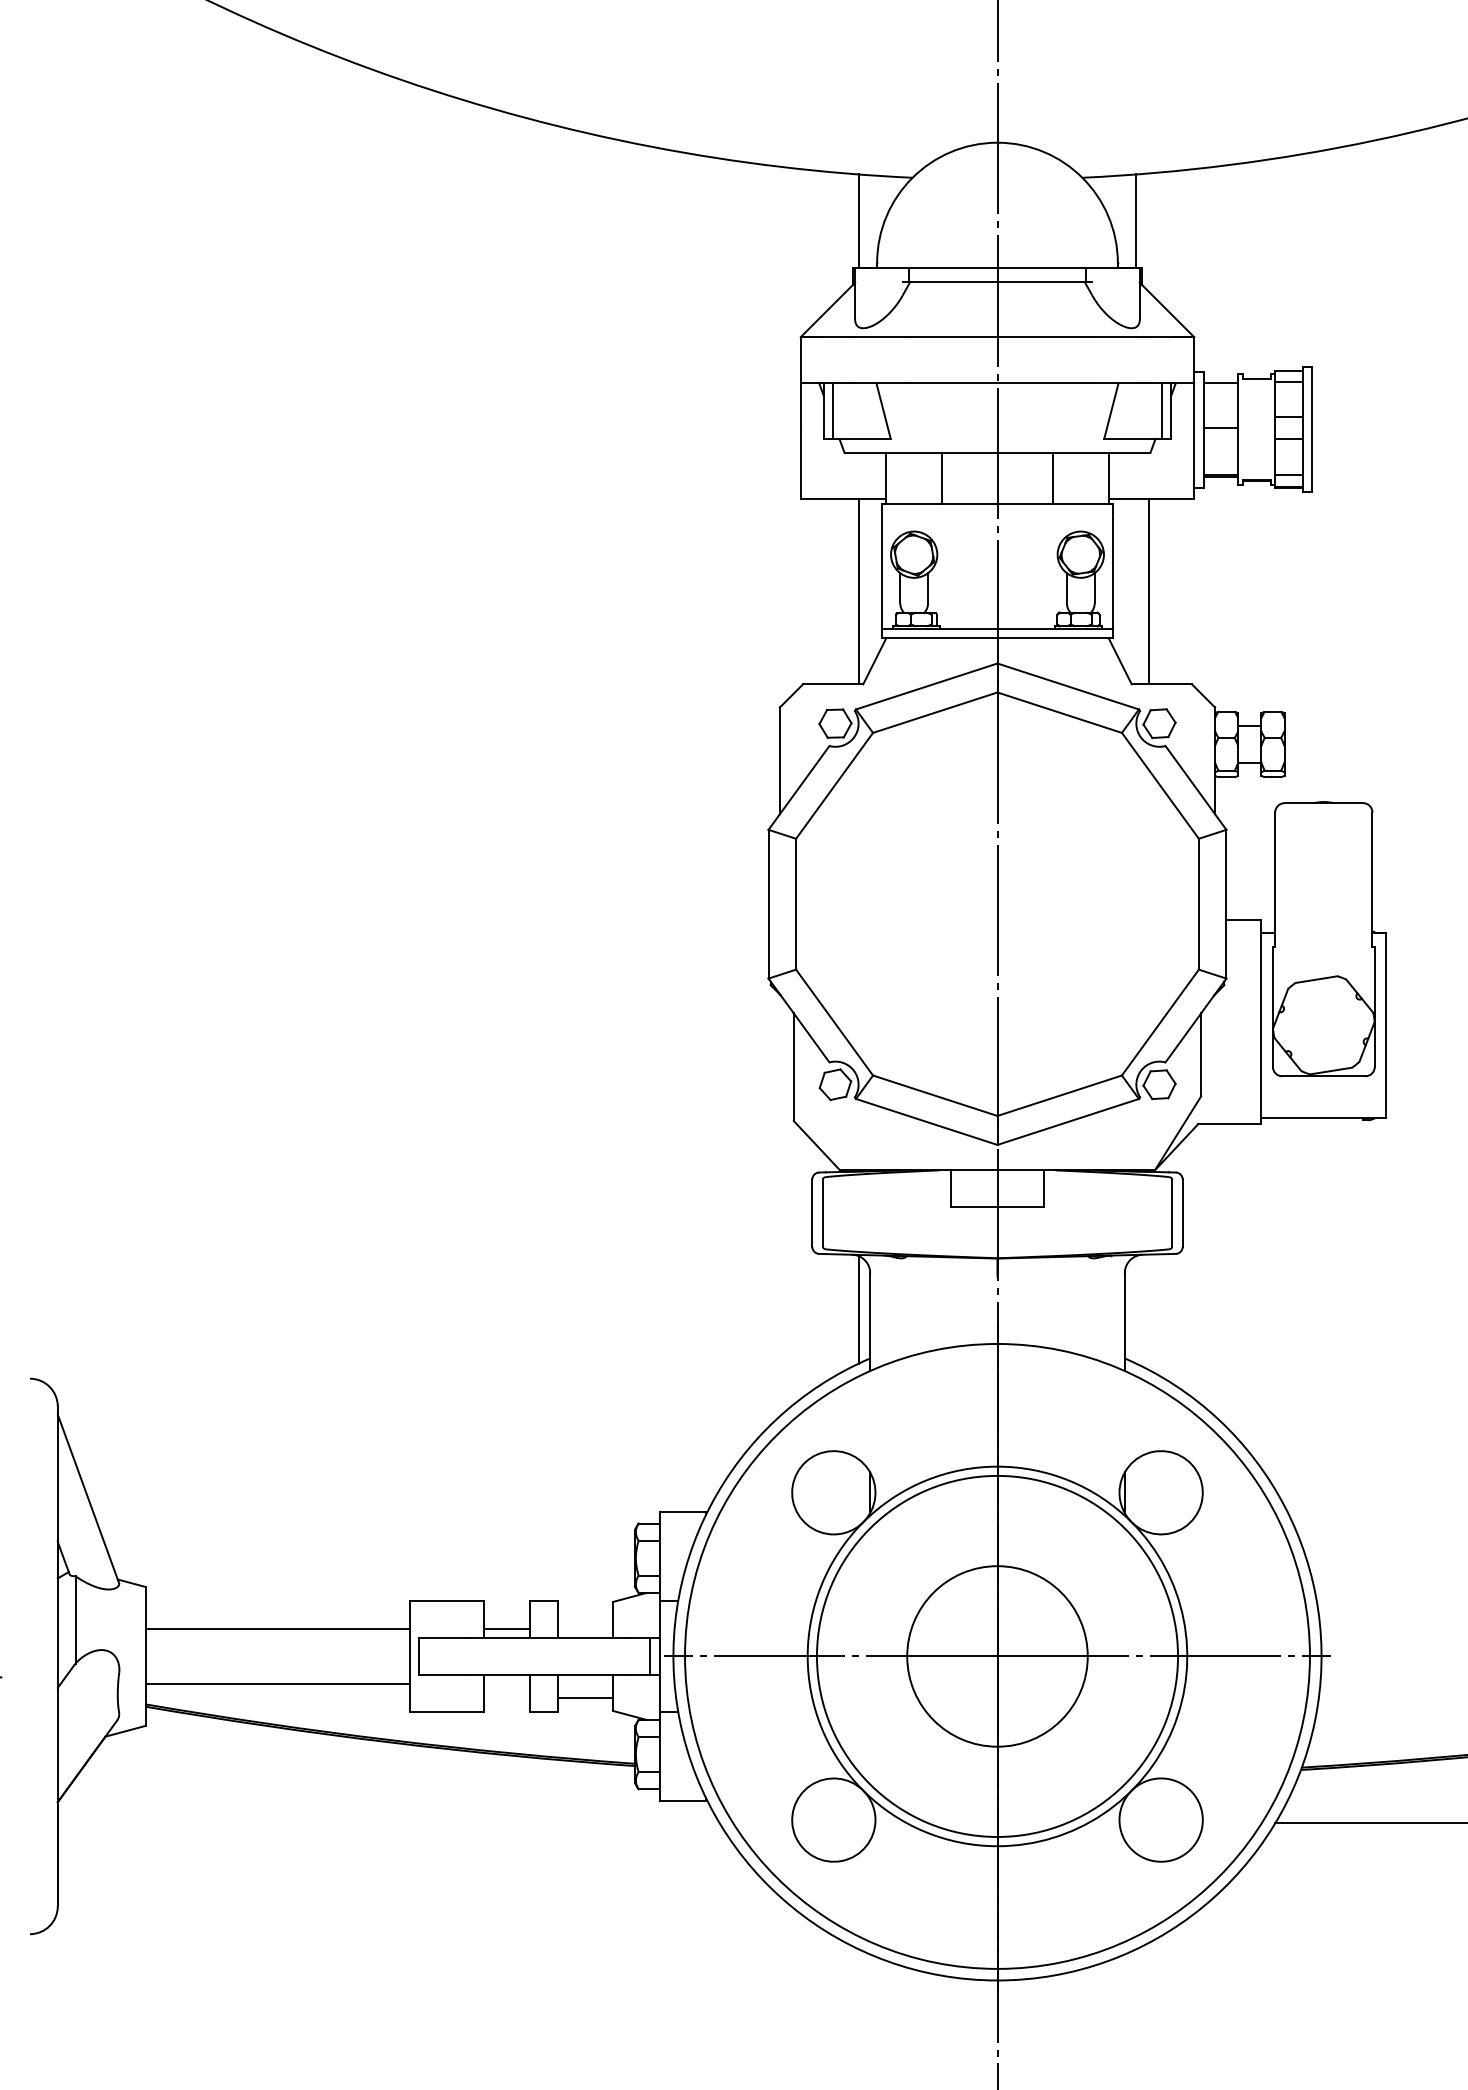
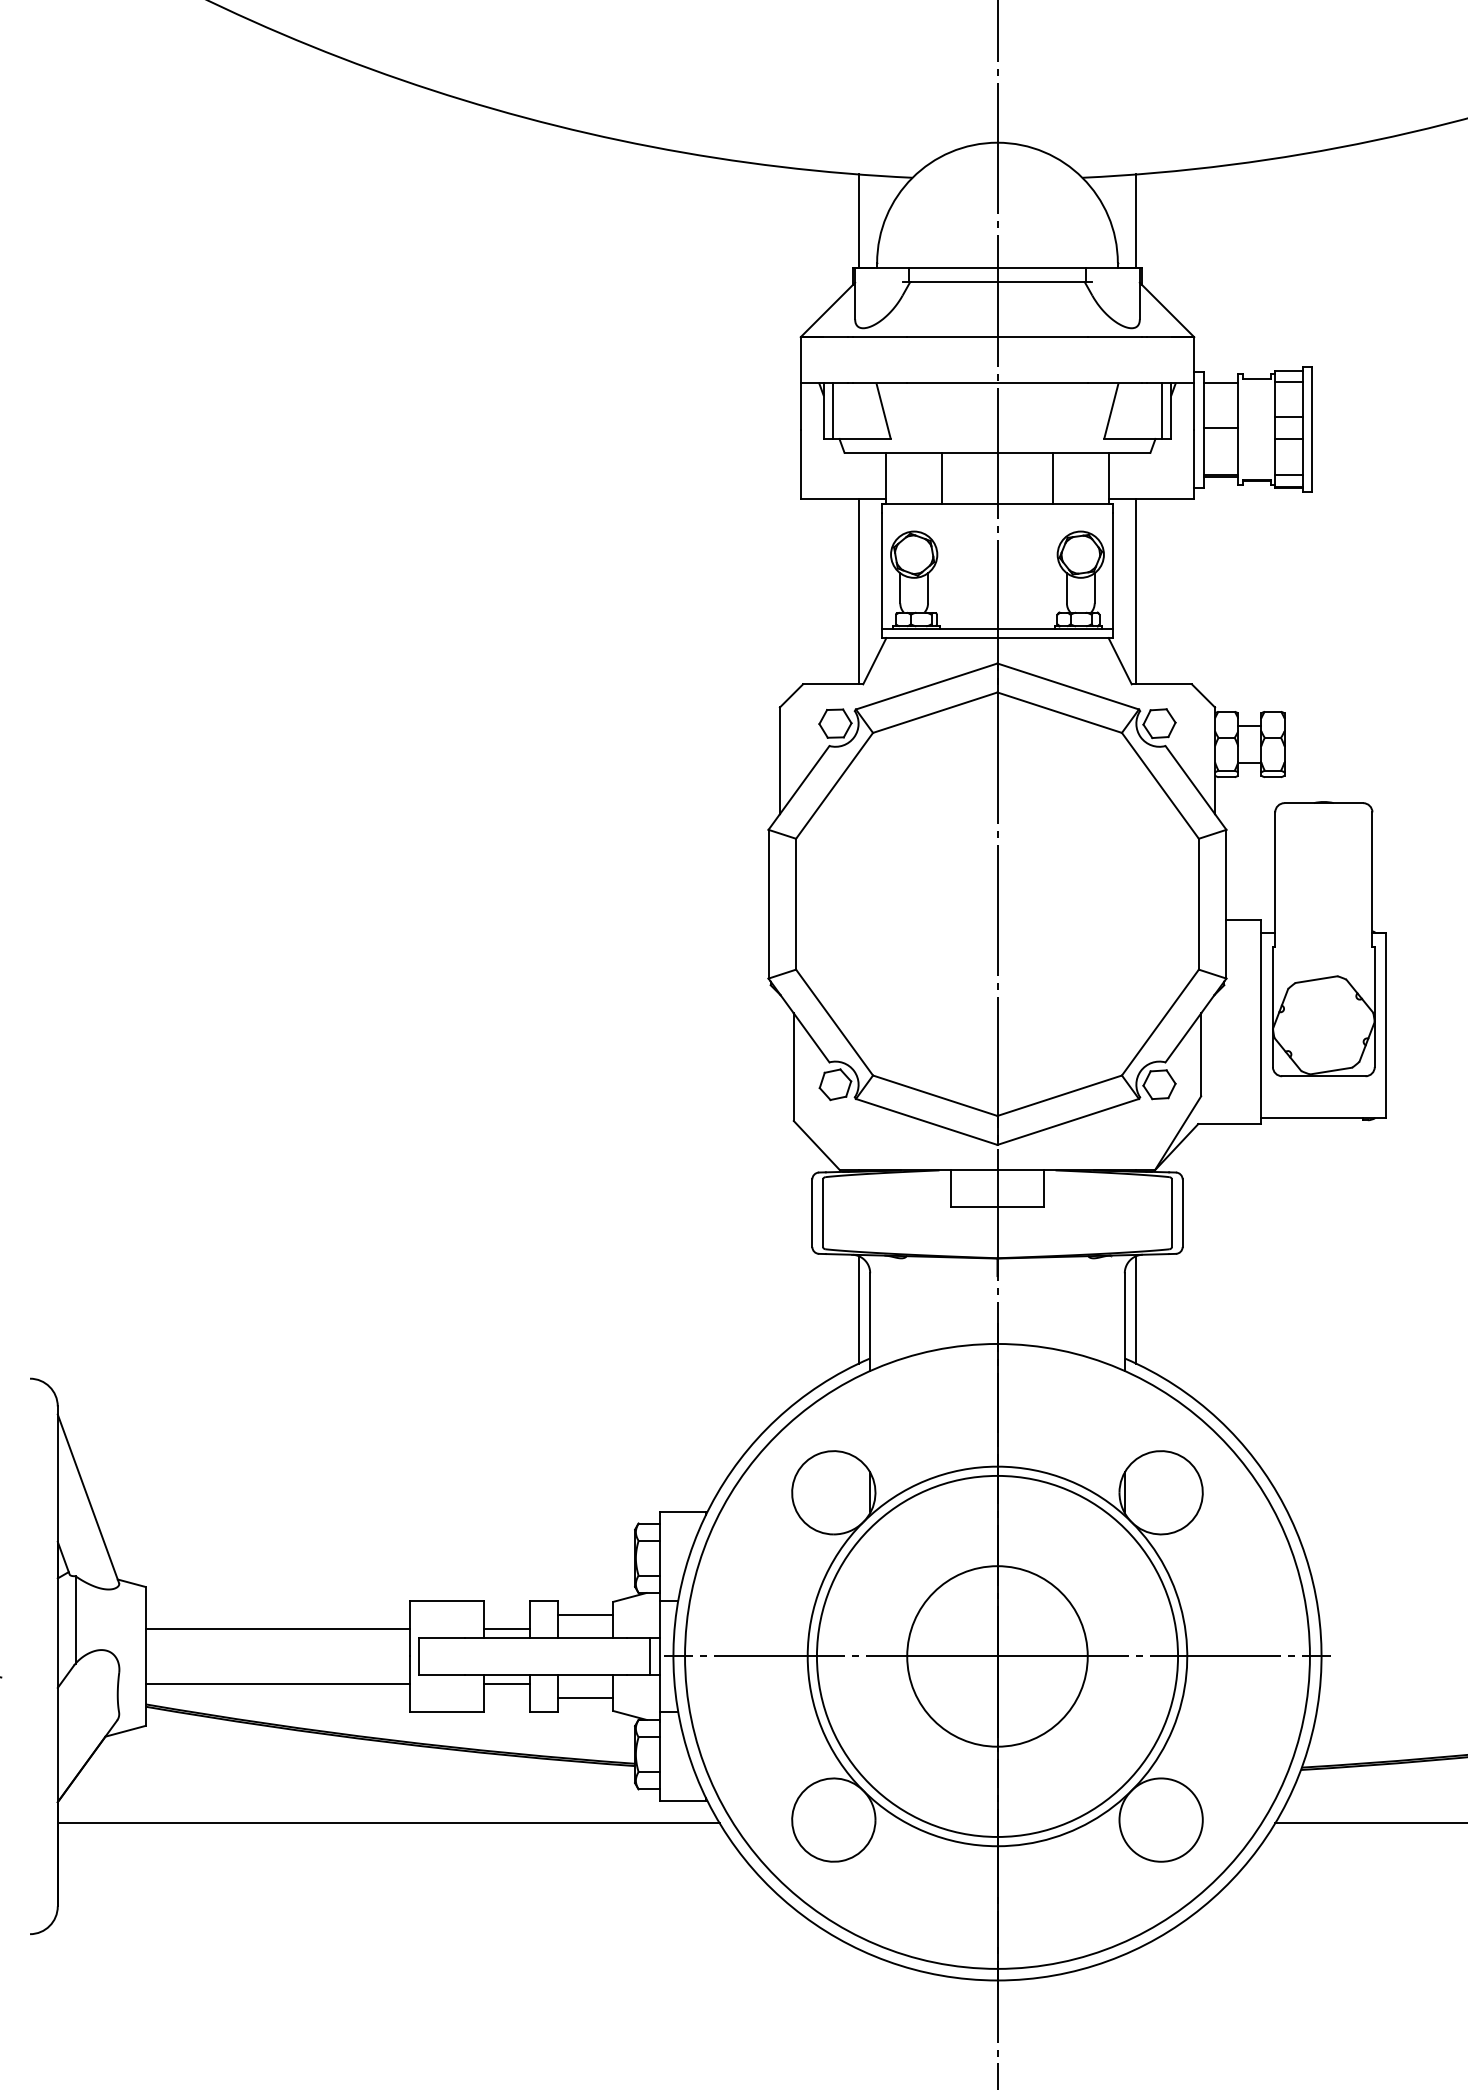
line at (1149, 591) position: (1149, 591) -> (1136, 591)
line at (1136, 1309): none -> present
line at (585, 1614): none -> present
line at (506, 1684): none -> present
line at (388, 1823): none -> present
